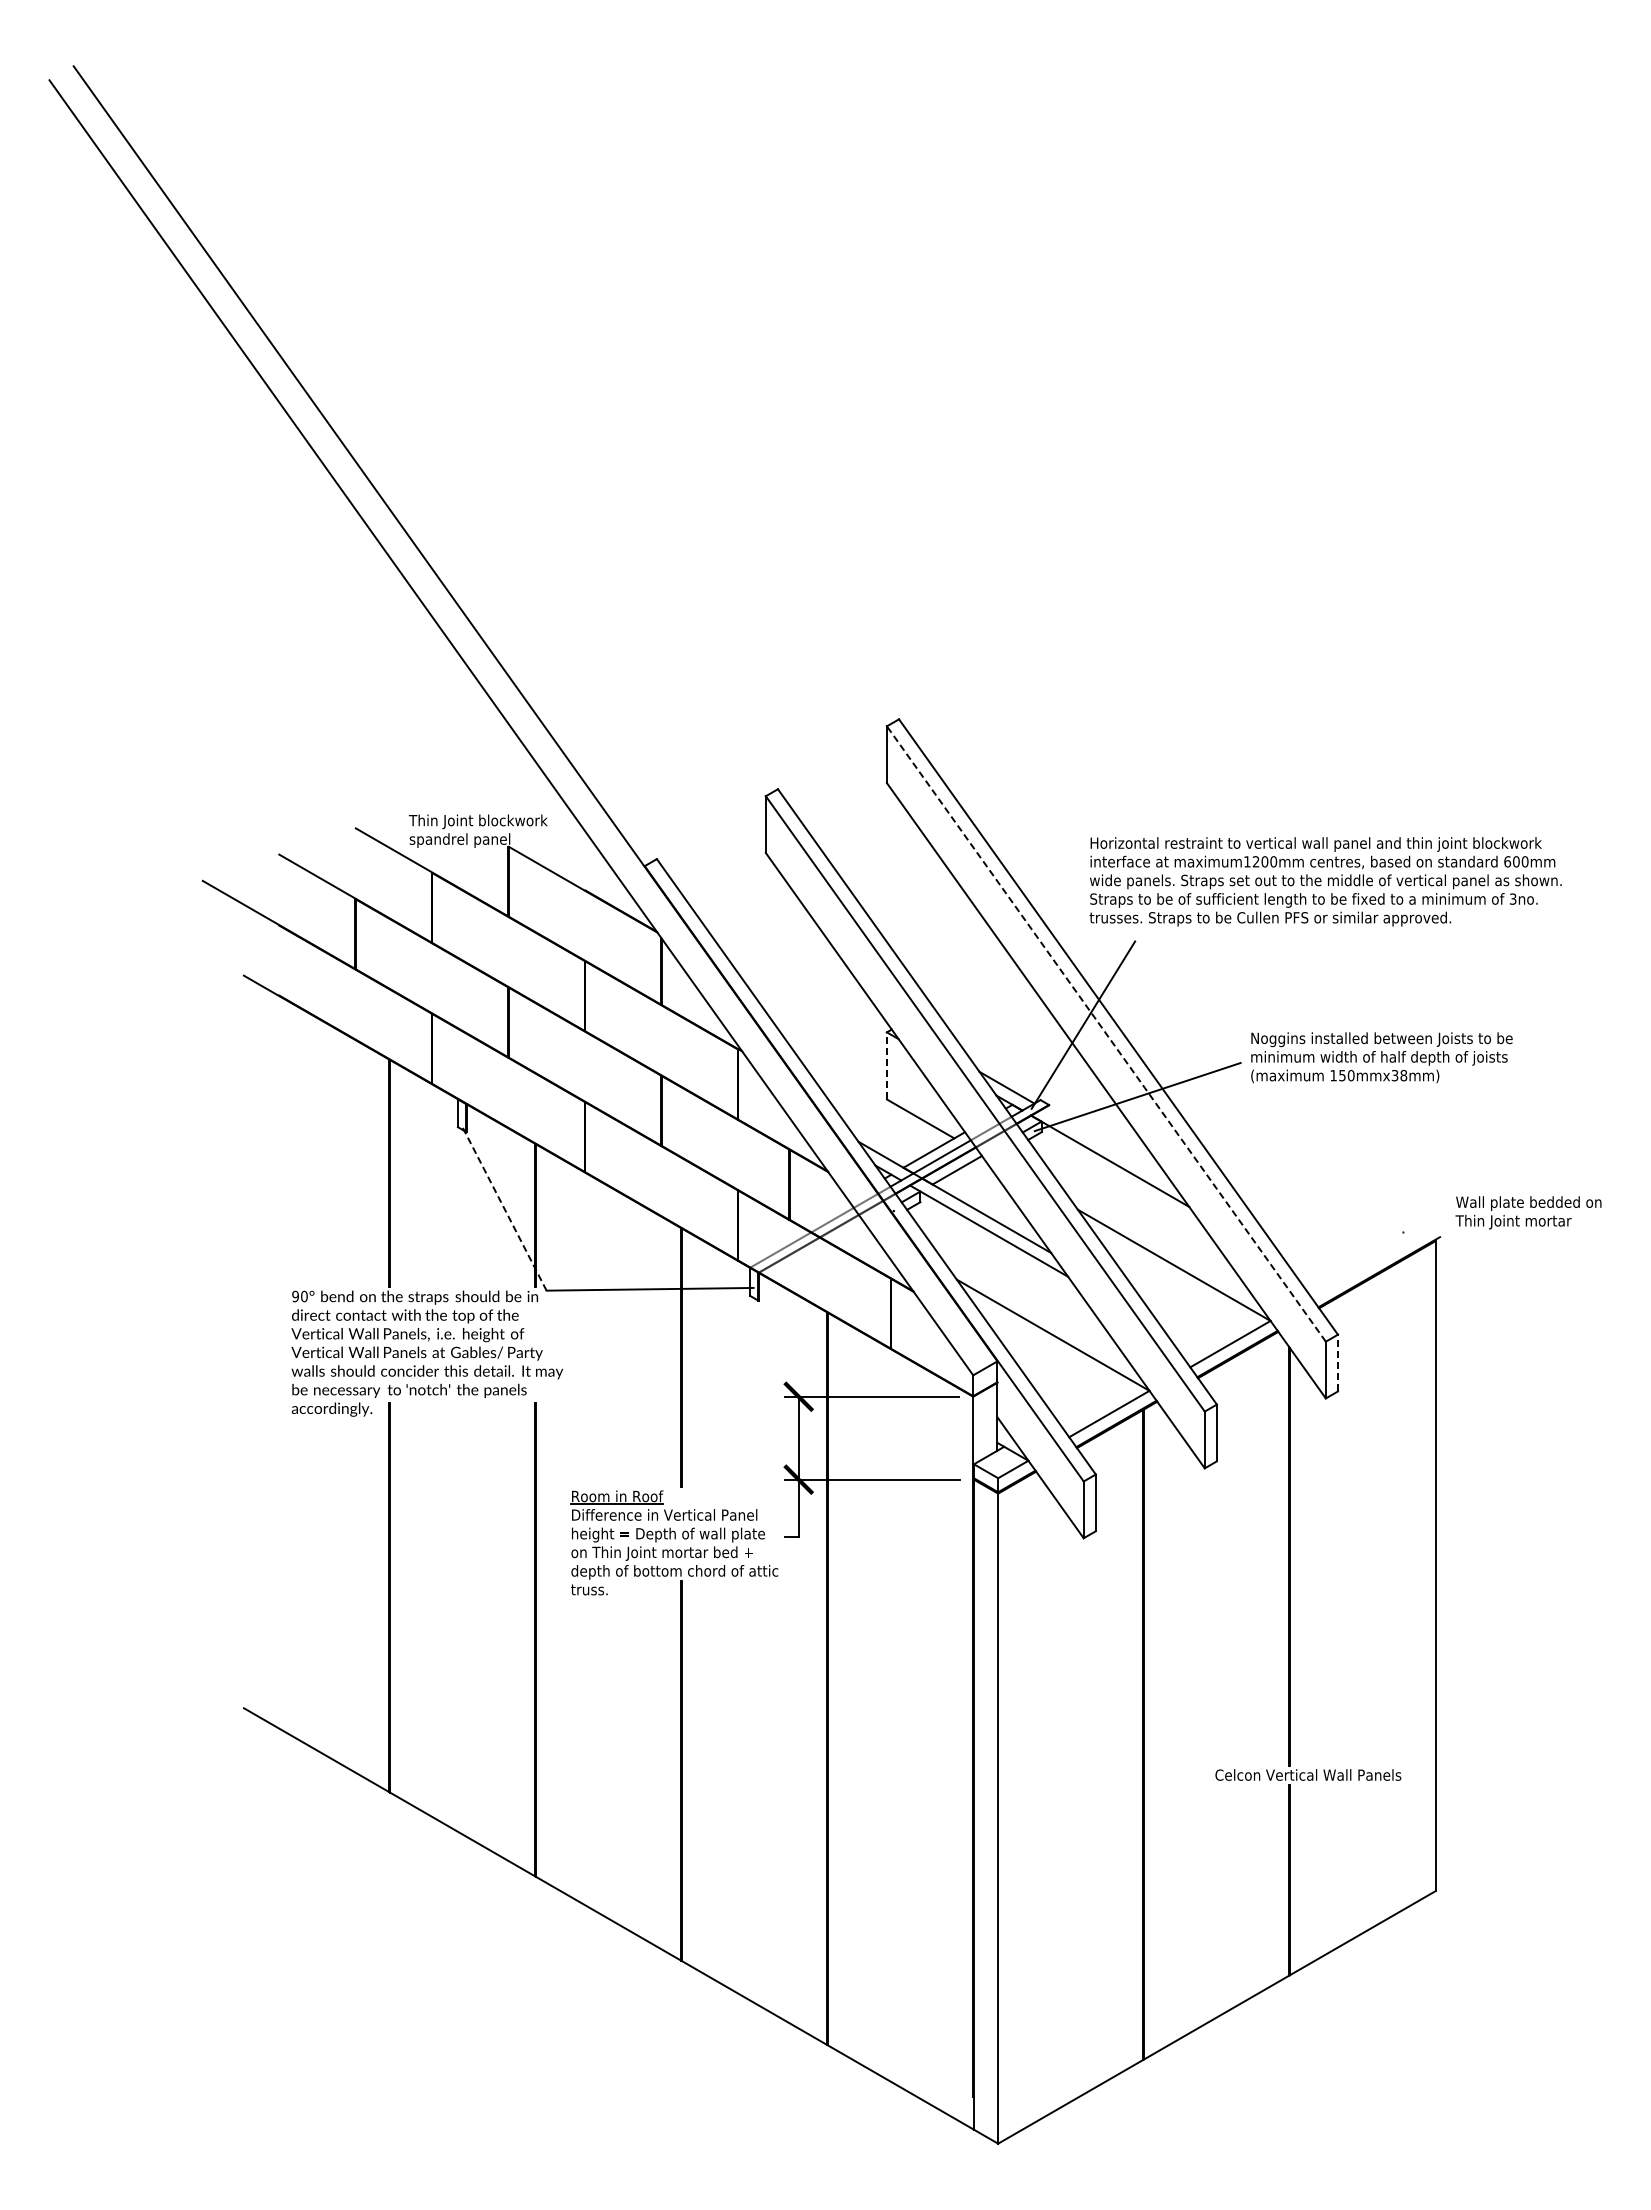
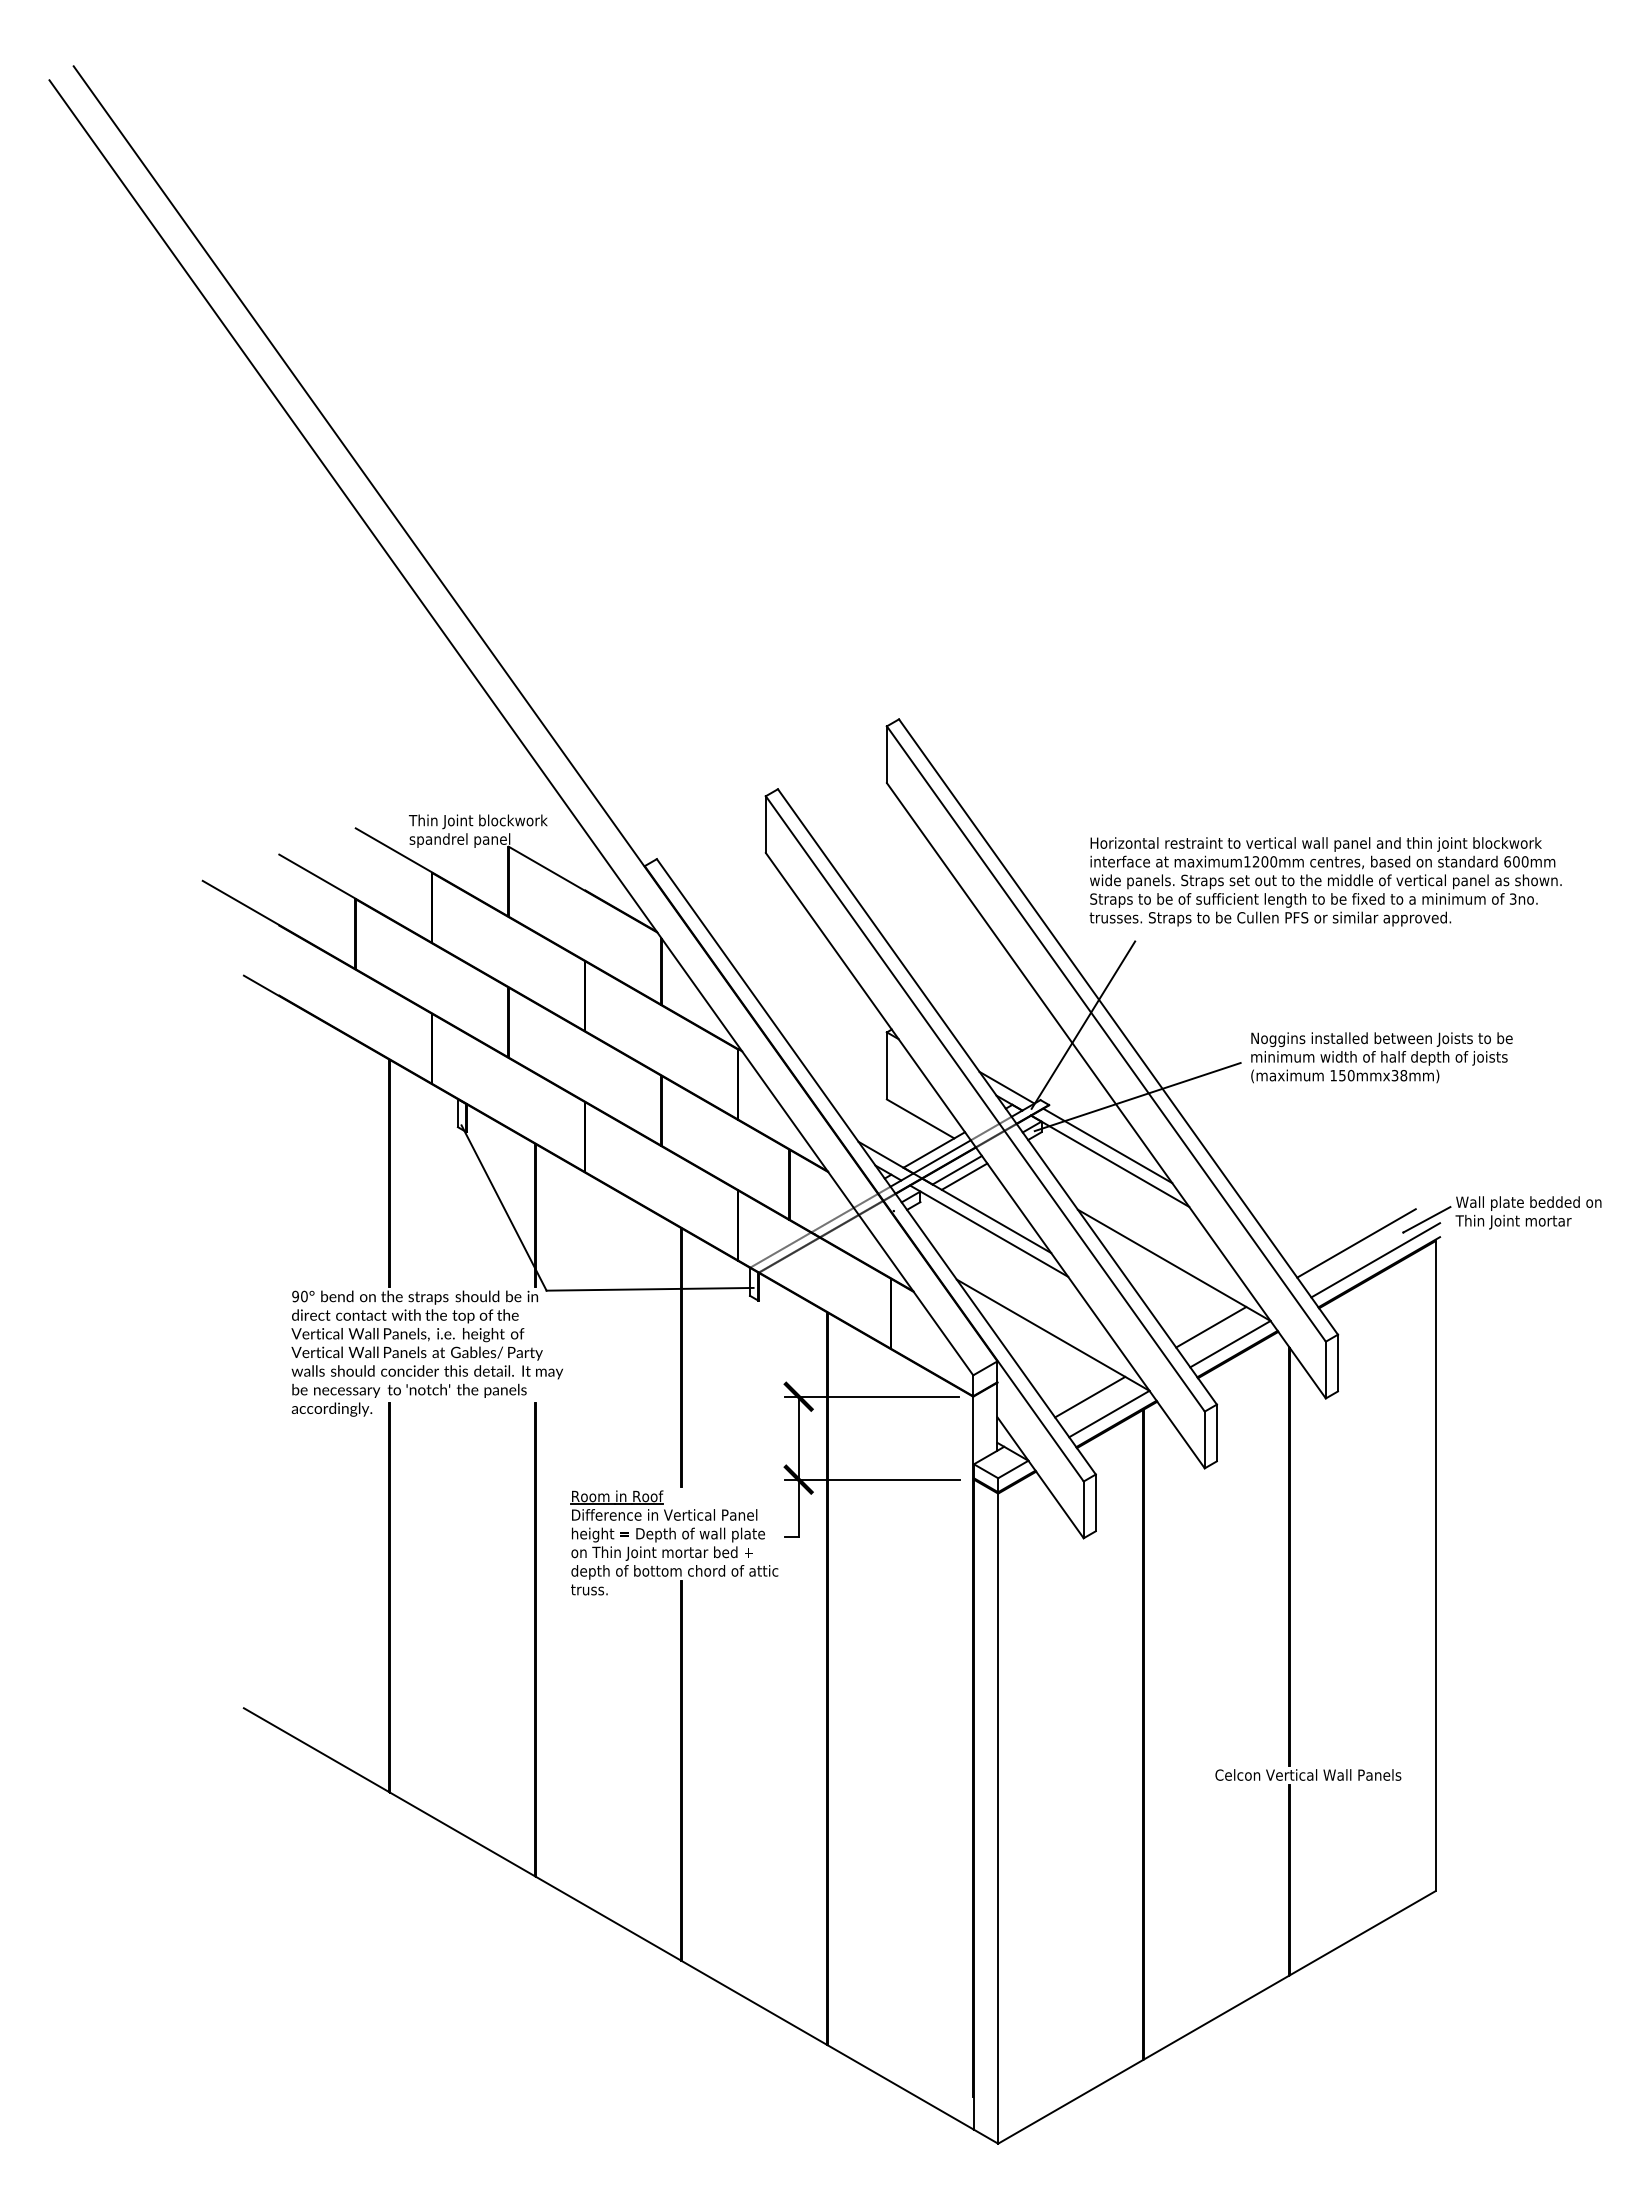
line at (1106, 1034): dashed -> solid
line at (886, 1065): dashed -> solid
line at (1107, 1145): none -> present
line at (964, 1176): none -> present
line at (504, 1208): dashed -> solid
line at (1426, 1219): none -> present
line at (1356, 1243): none -> present
line at (1375, 1260): none -> present
line at (1211, 1327): none -> present
line at (1337, 1362): dashed -> solid
line at (1090, 1396): none -> present
